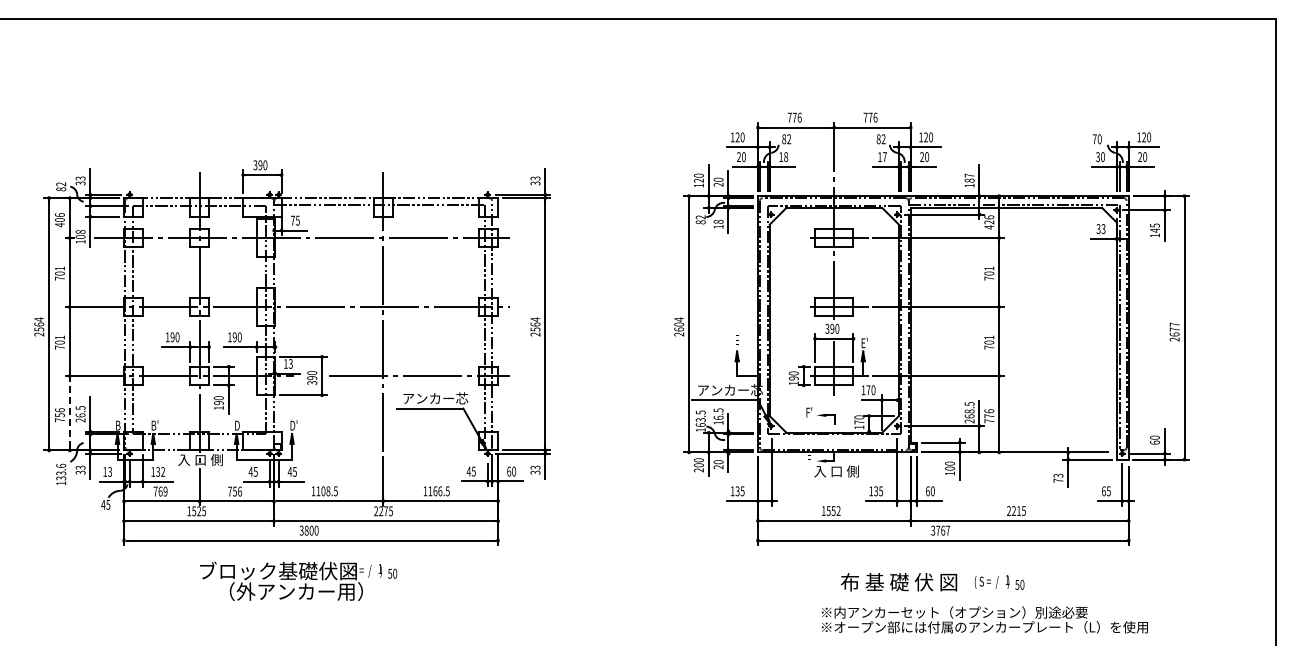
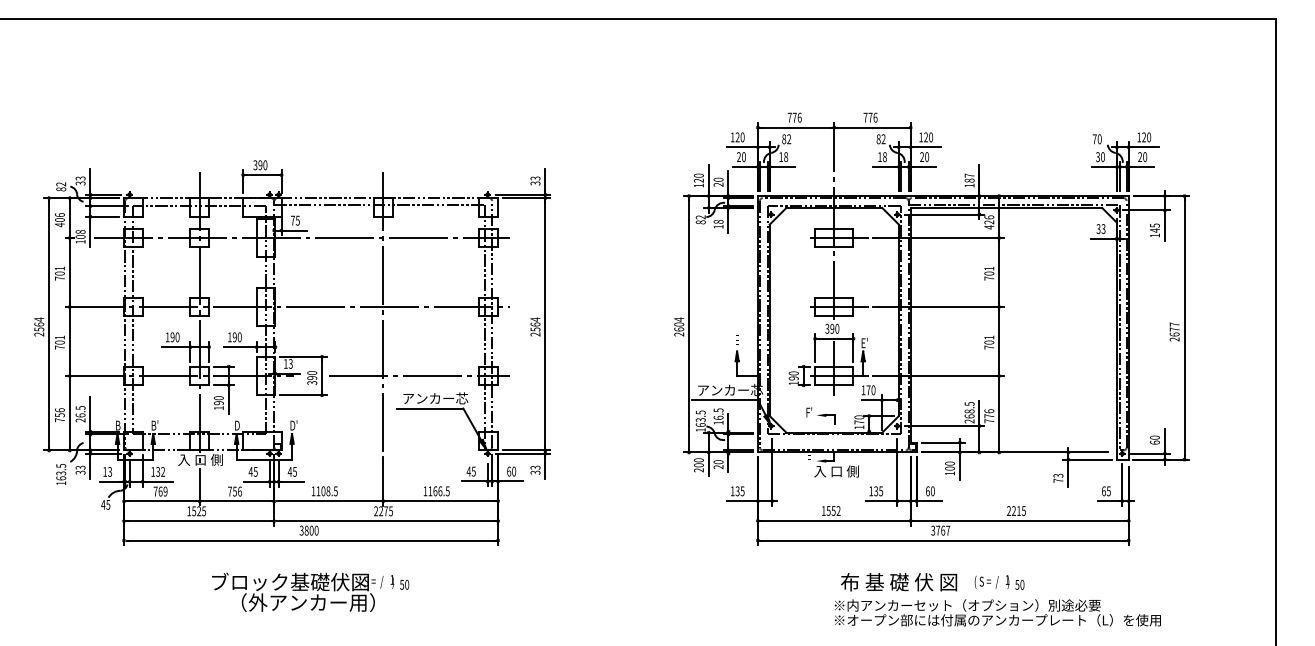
text at (884, 157): 17 -> 18
line at (69, 413): dashed -> solid
text at (61, 472): 133.6 -> 163.5
text at (298, 580) position: (298, 580) -> (310, 591)
text at (984, 619) position: (984, 619) -> (997, 612)
